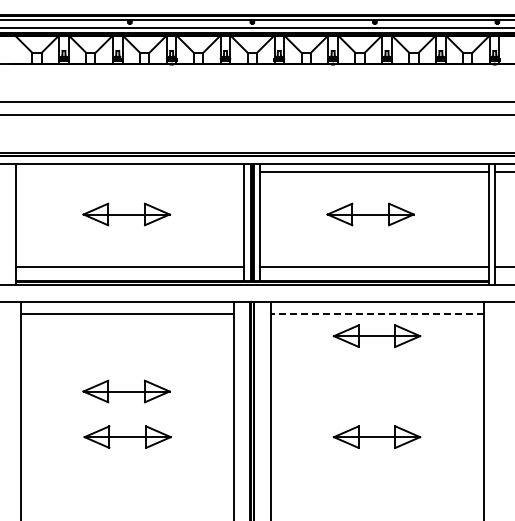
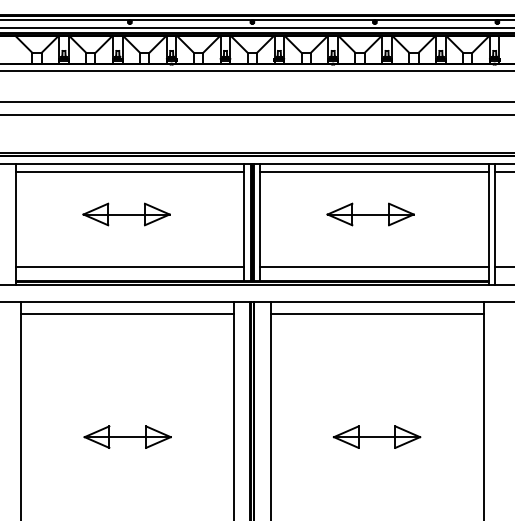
line at (256, 71): none -> present
line at (130, 171): none -> present
line at (377, 313): dashed -> solid
part at (376, 335): present -> none
part at (126, 391): present -> none
